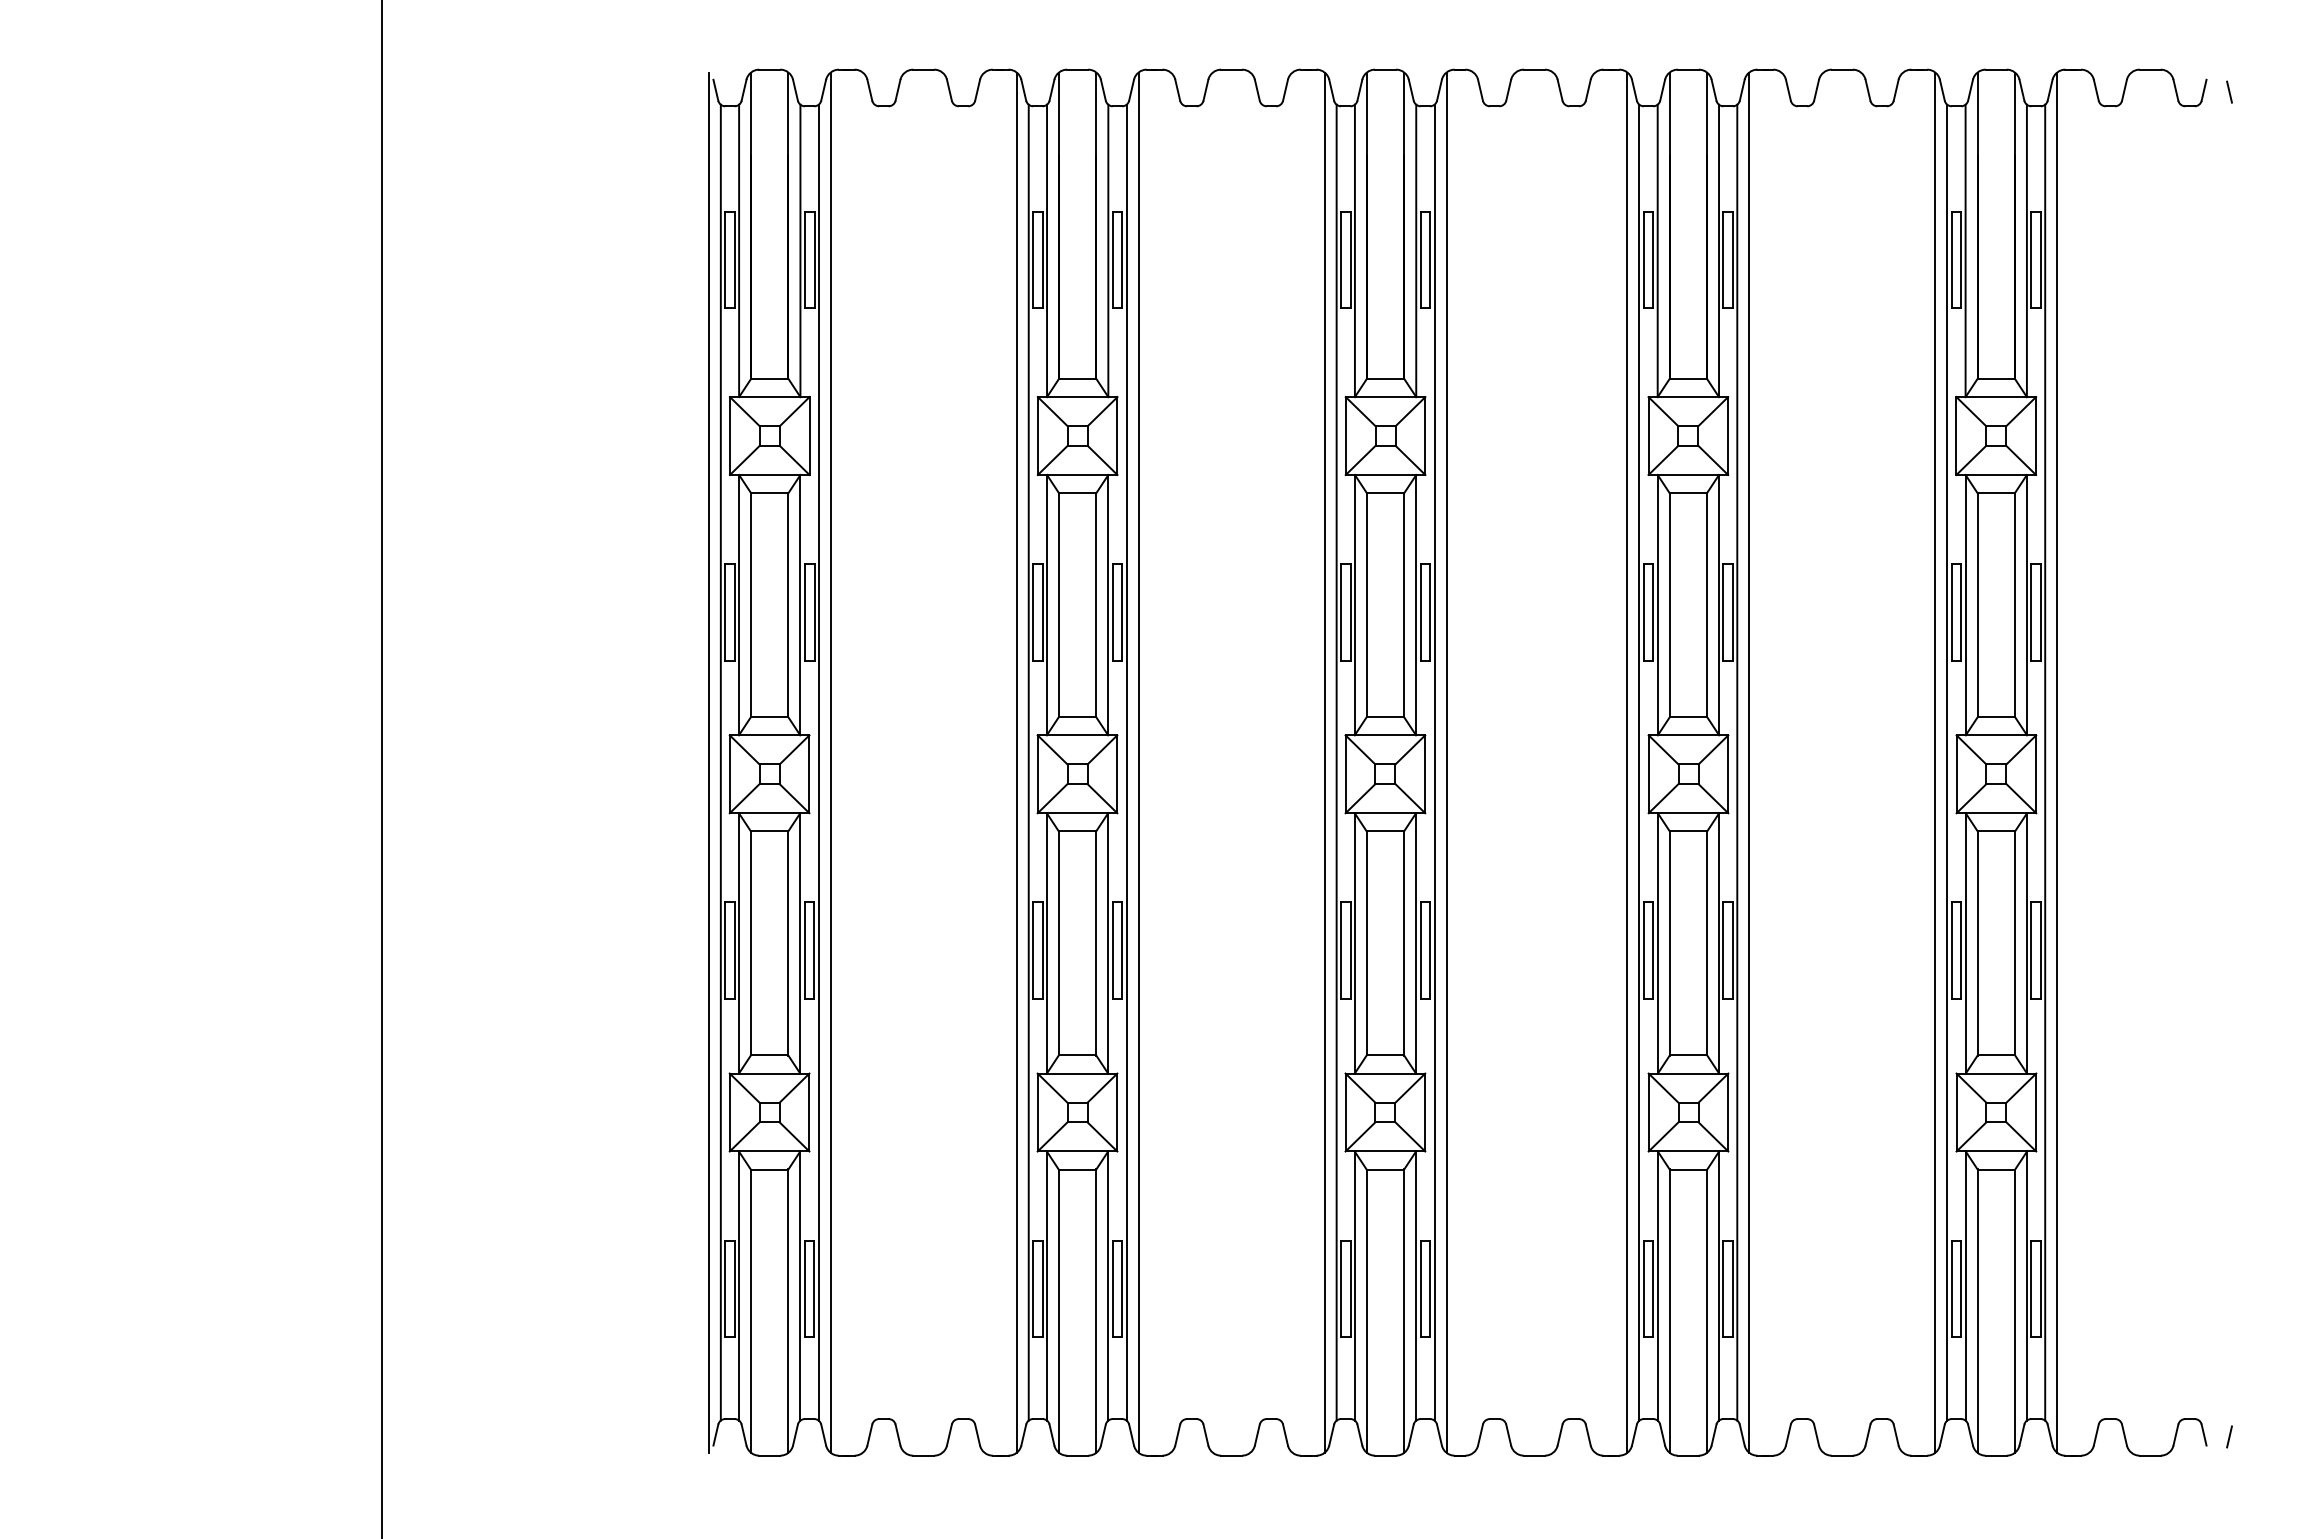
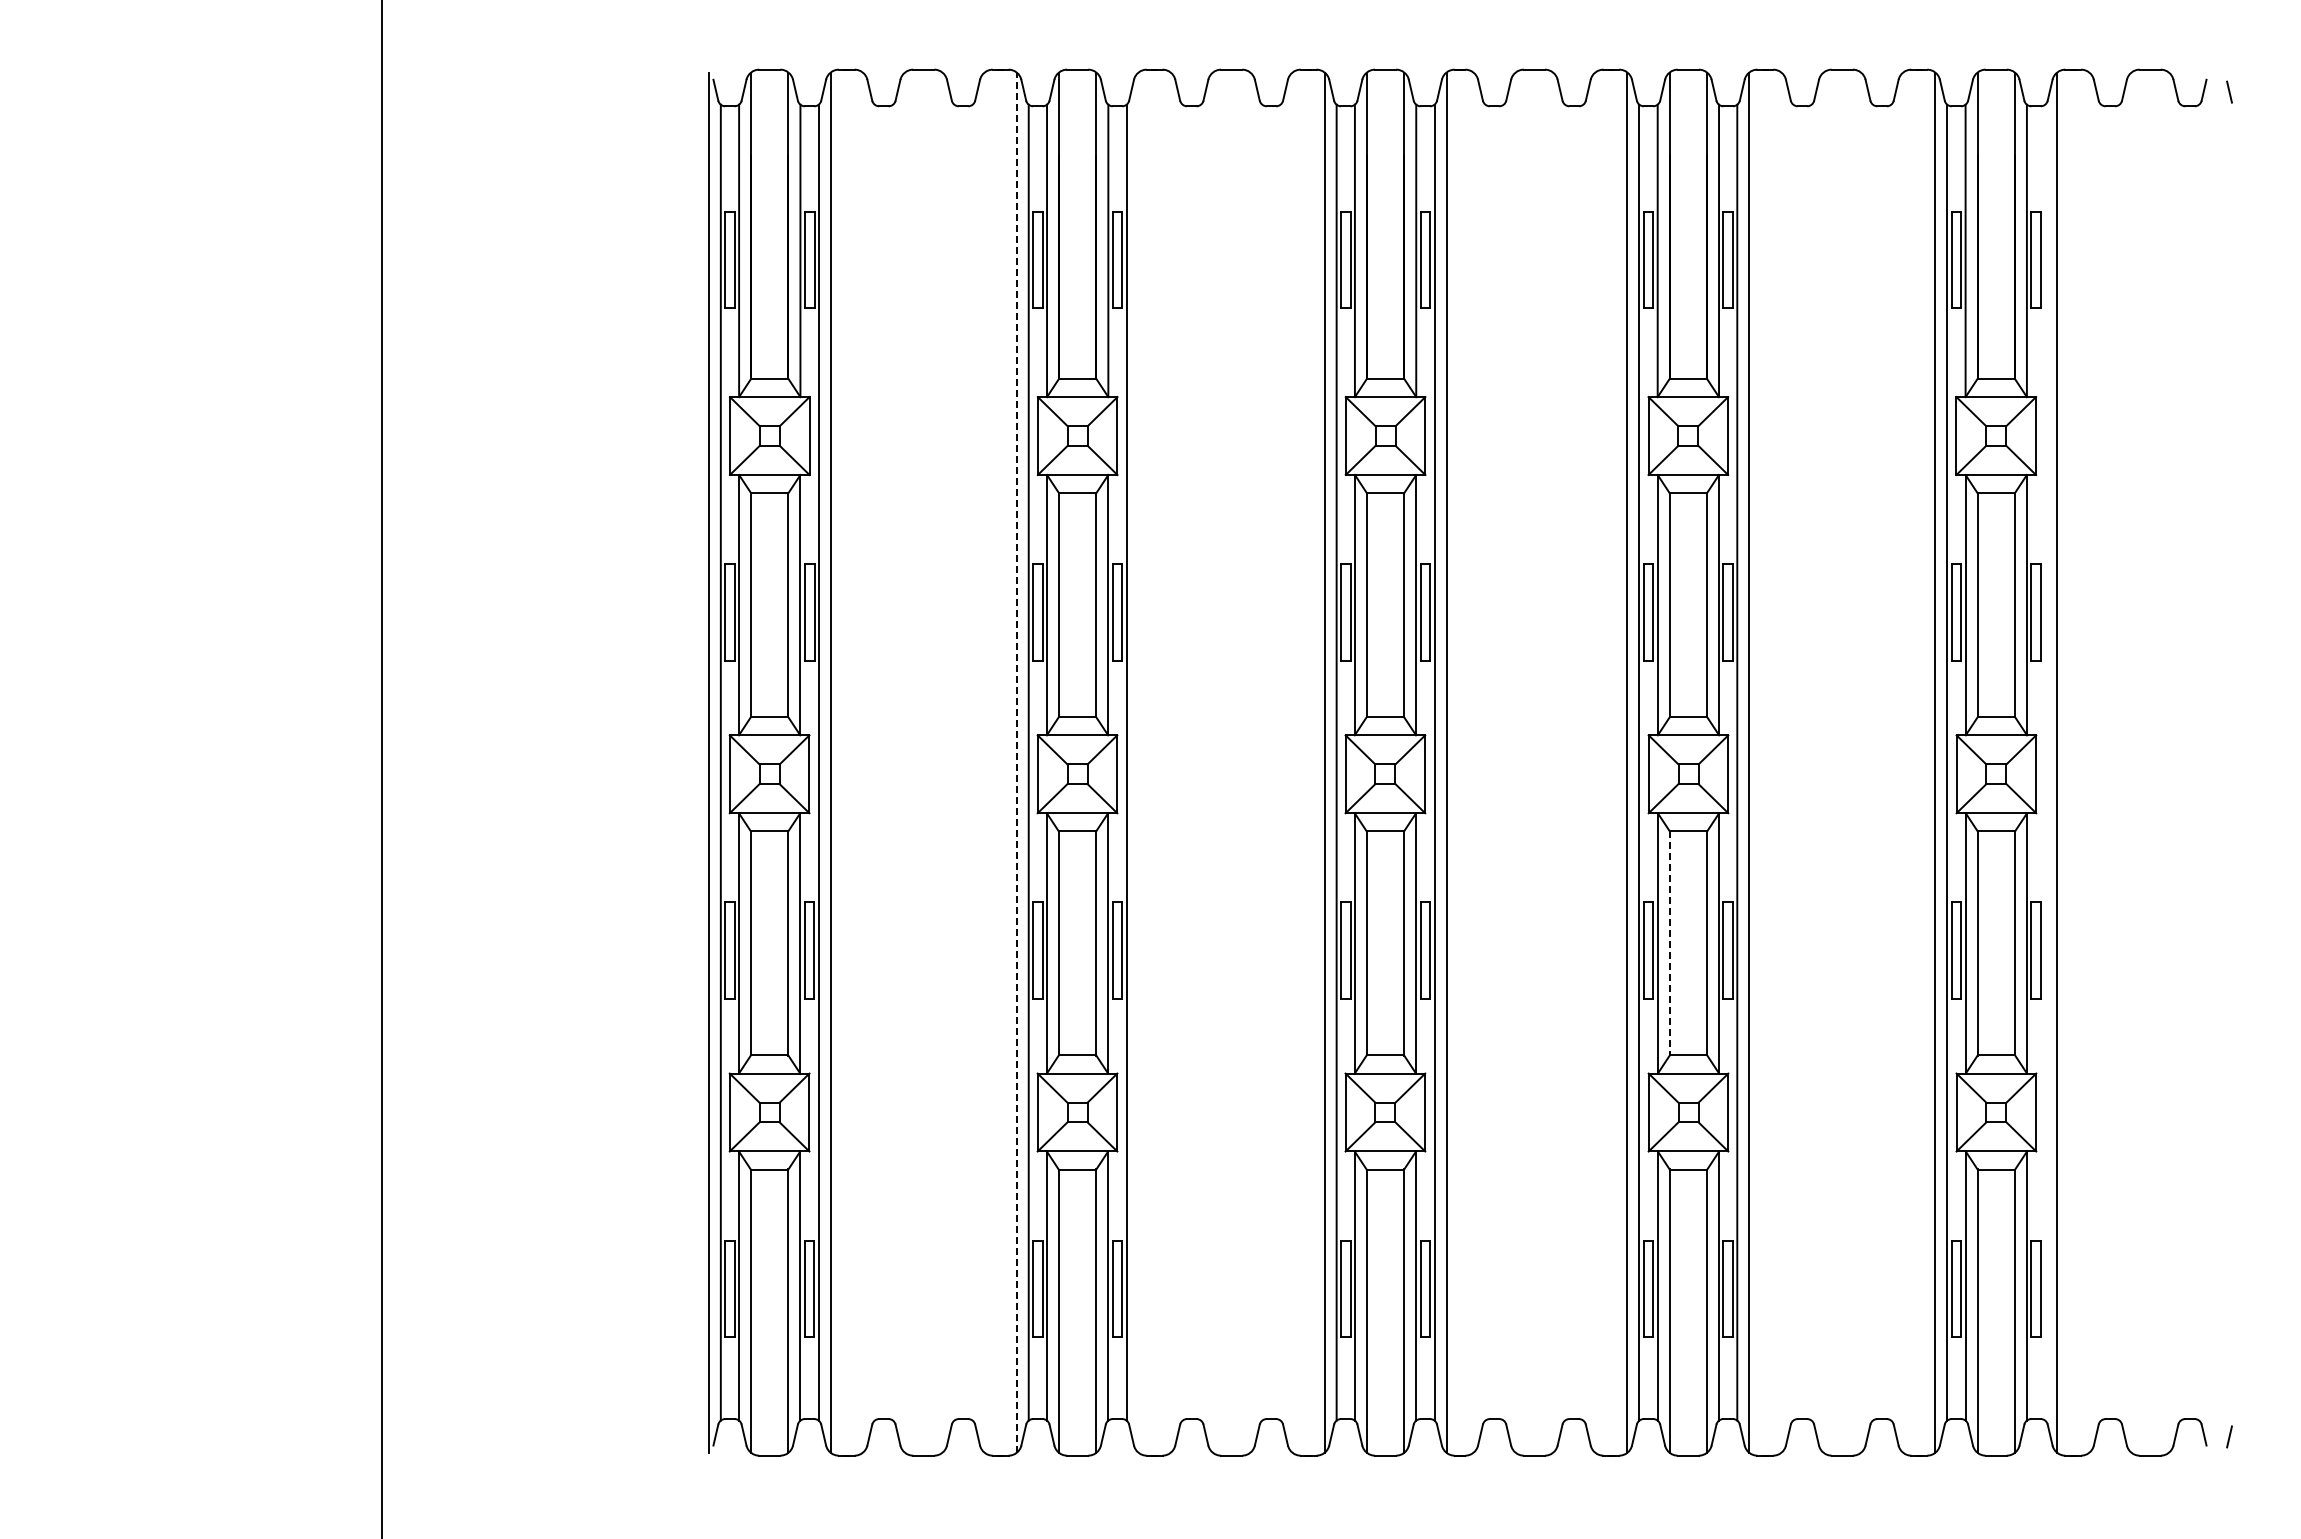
line at (1016, 762): solid -> dashed
line at (1138, 762): present -> none
line at (2045, 762): present -> none
line at (1669, 943): solid -> dashed
